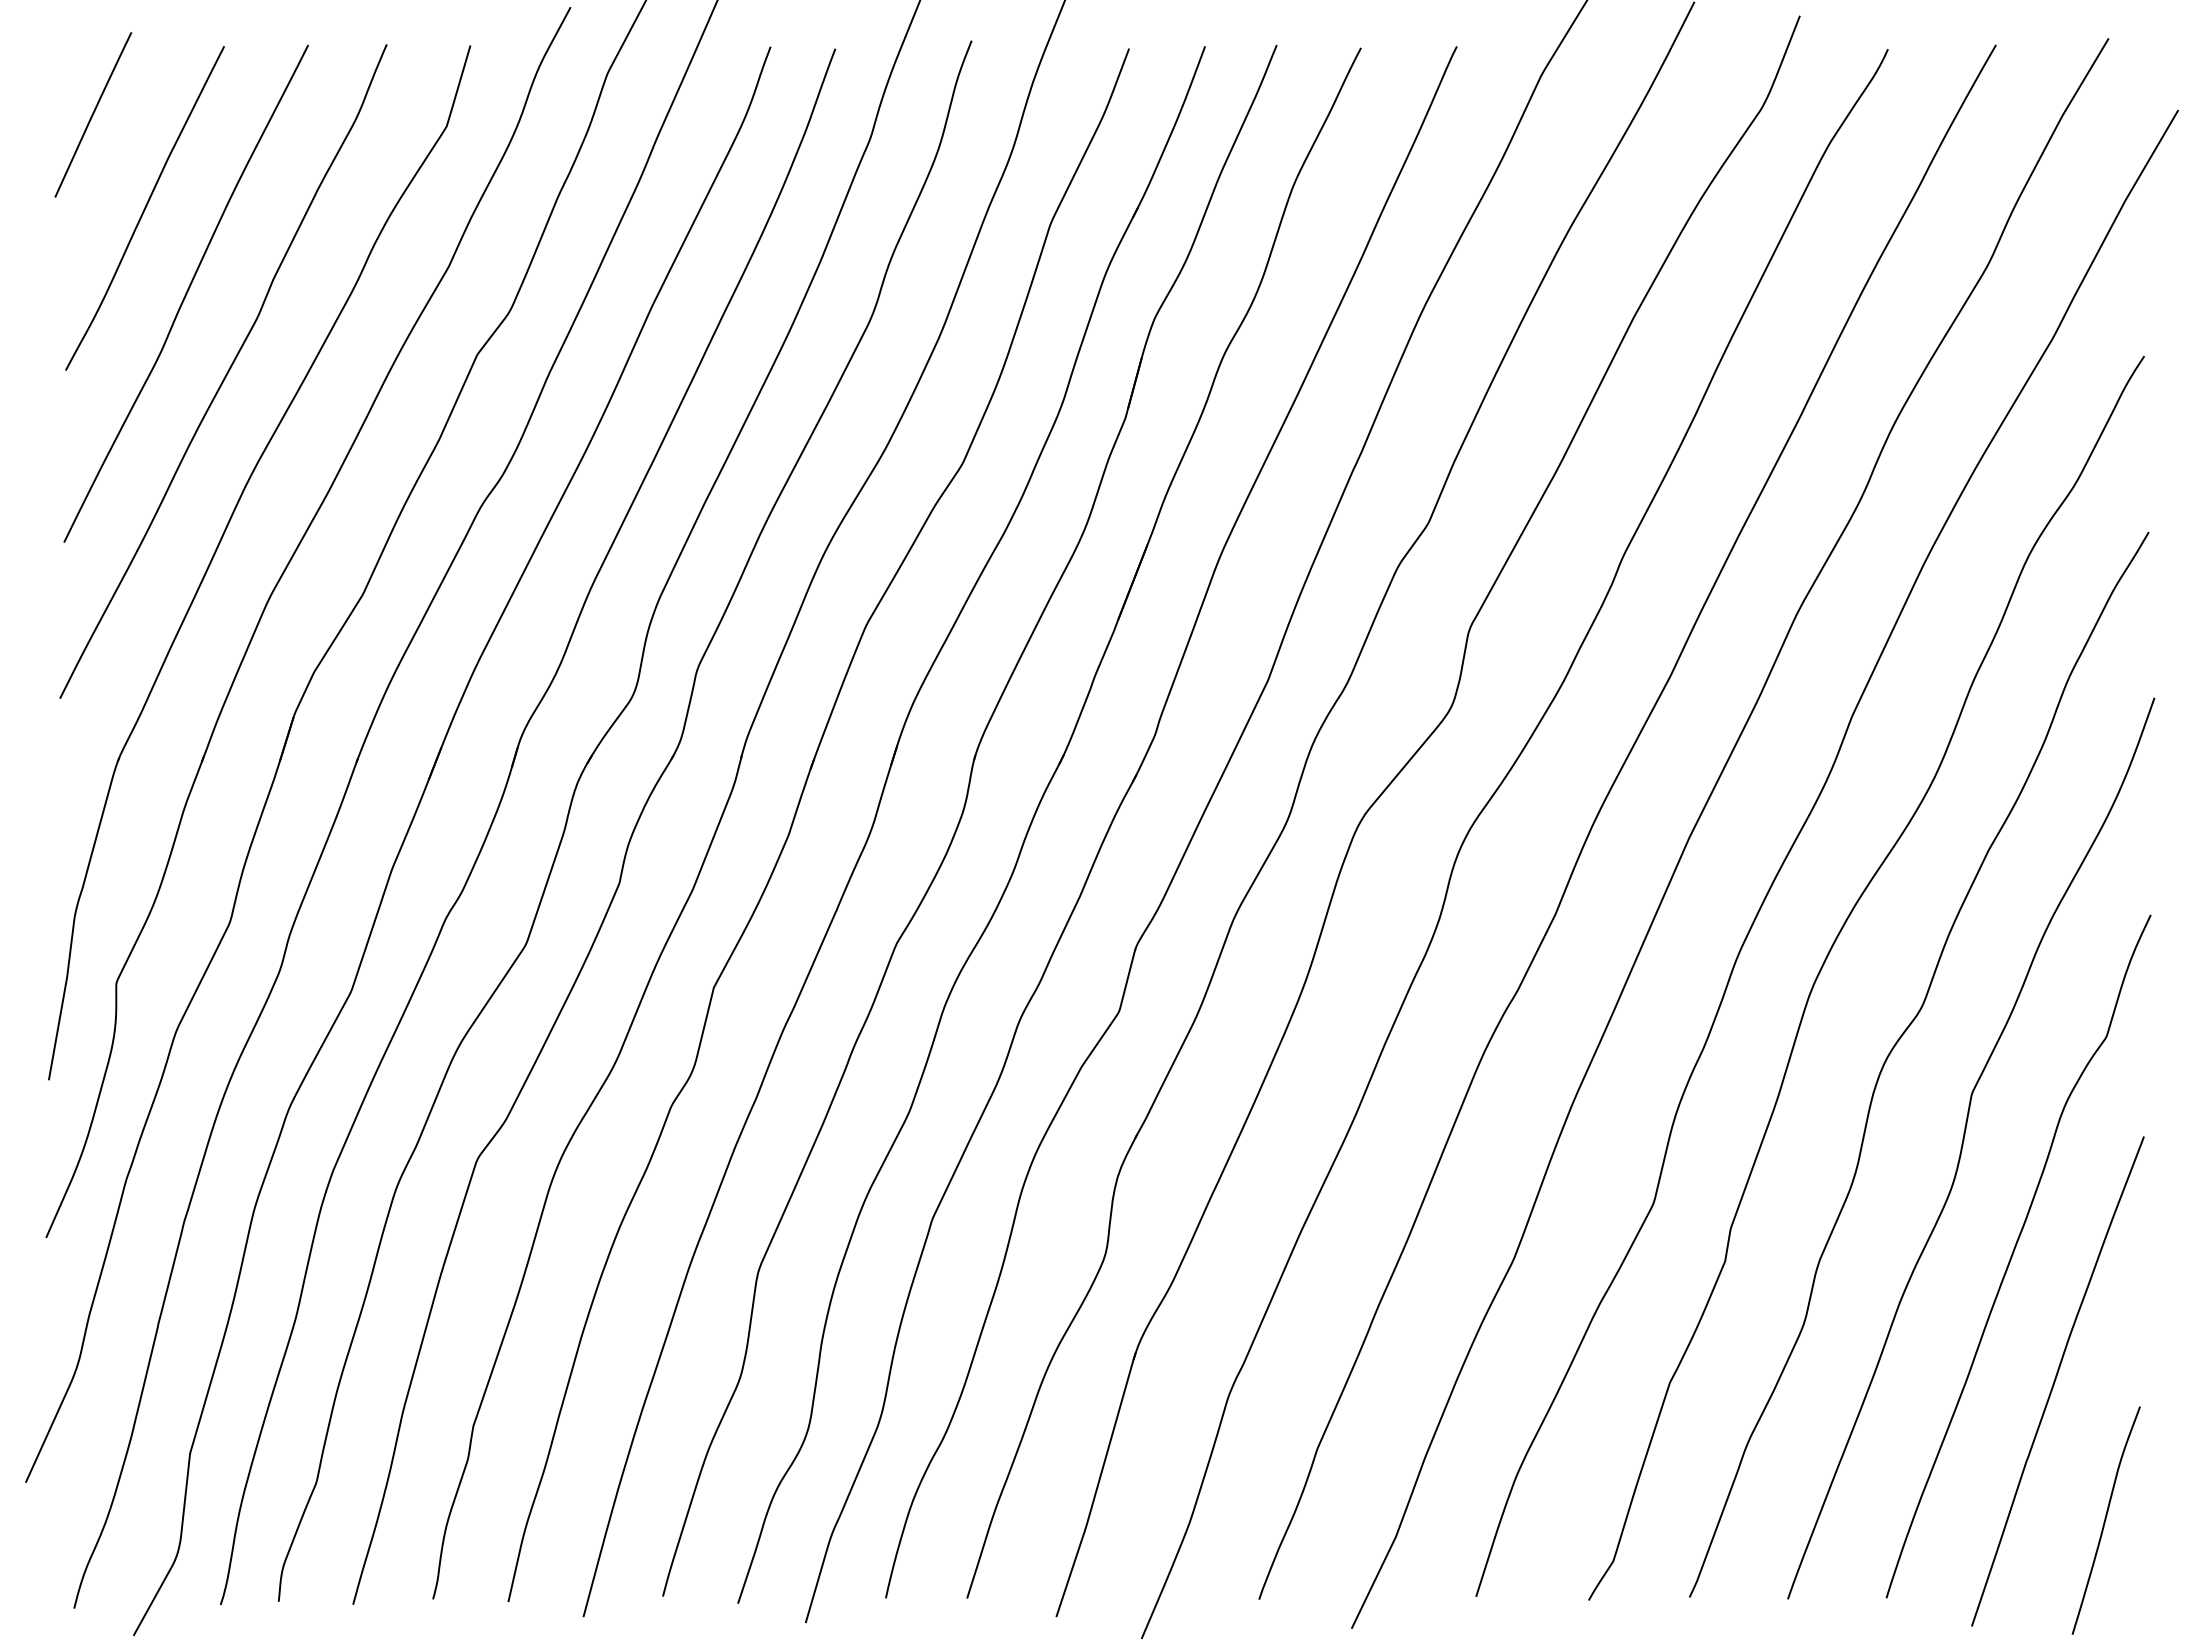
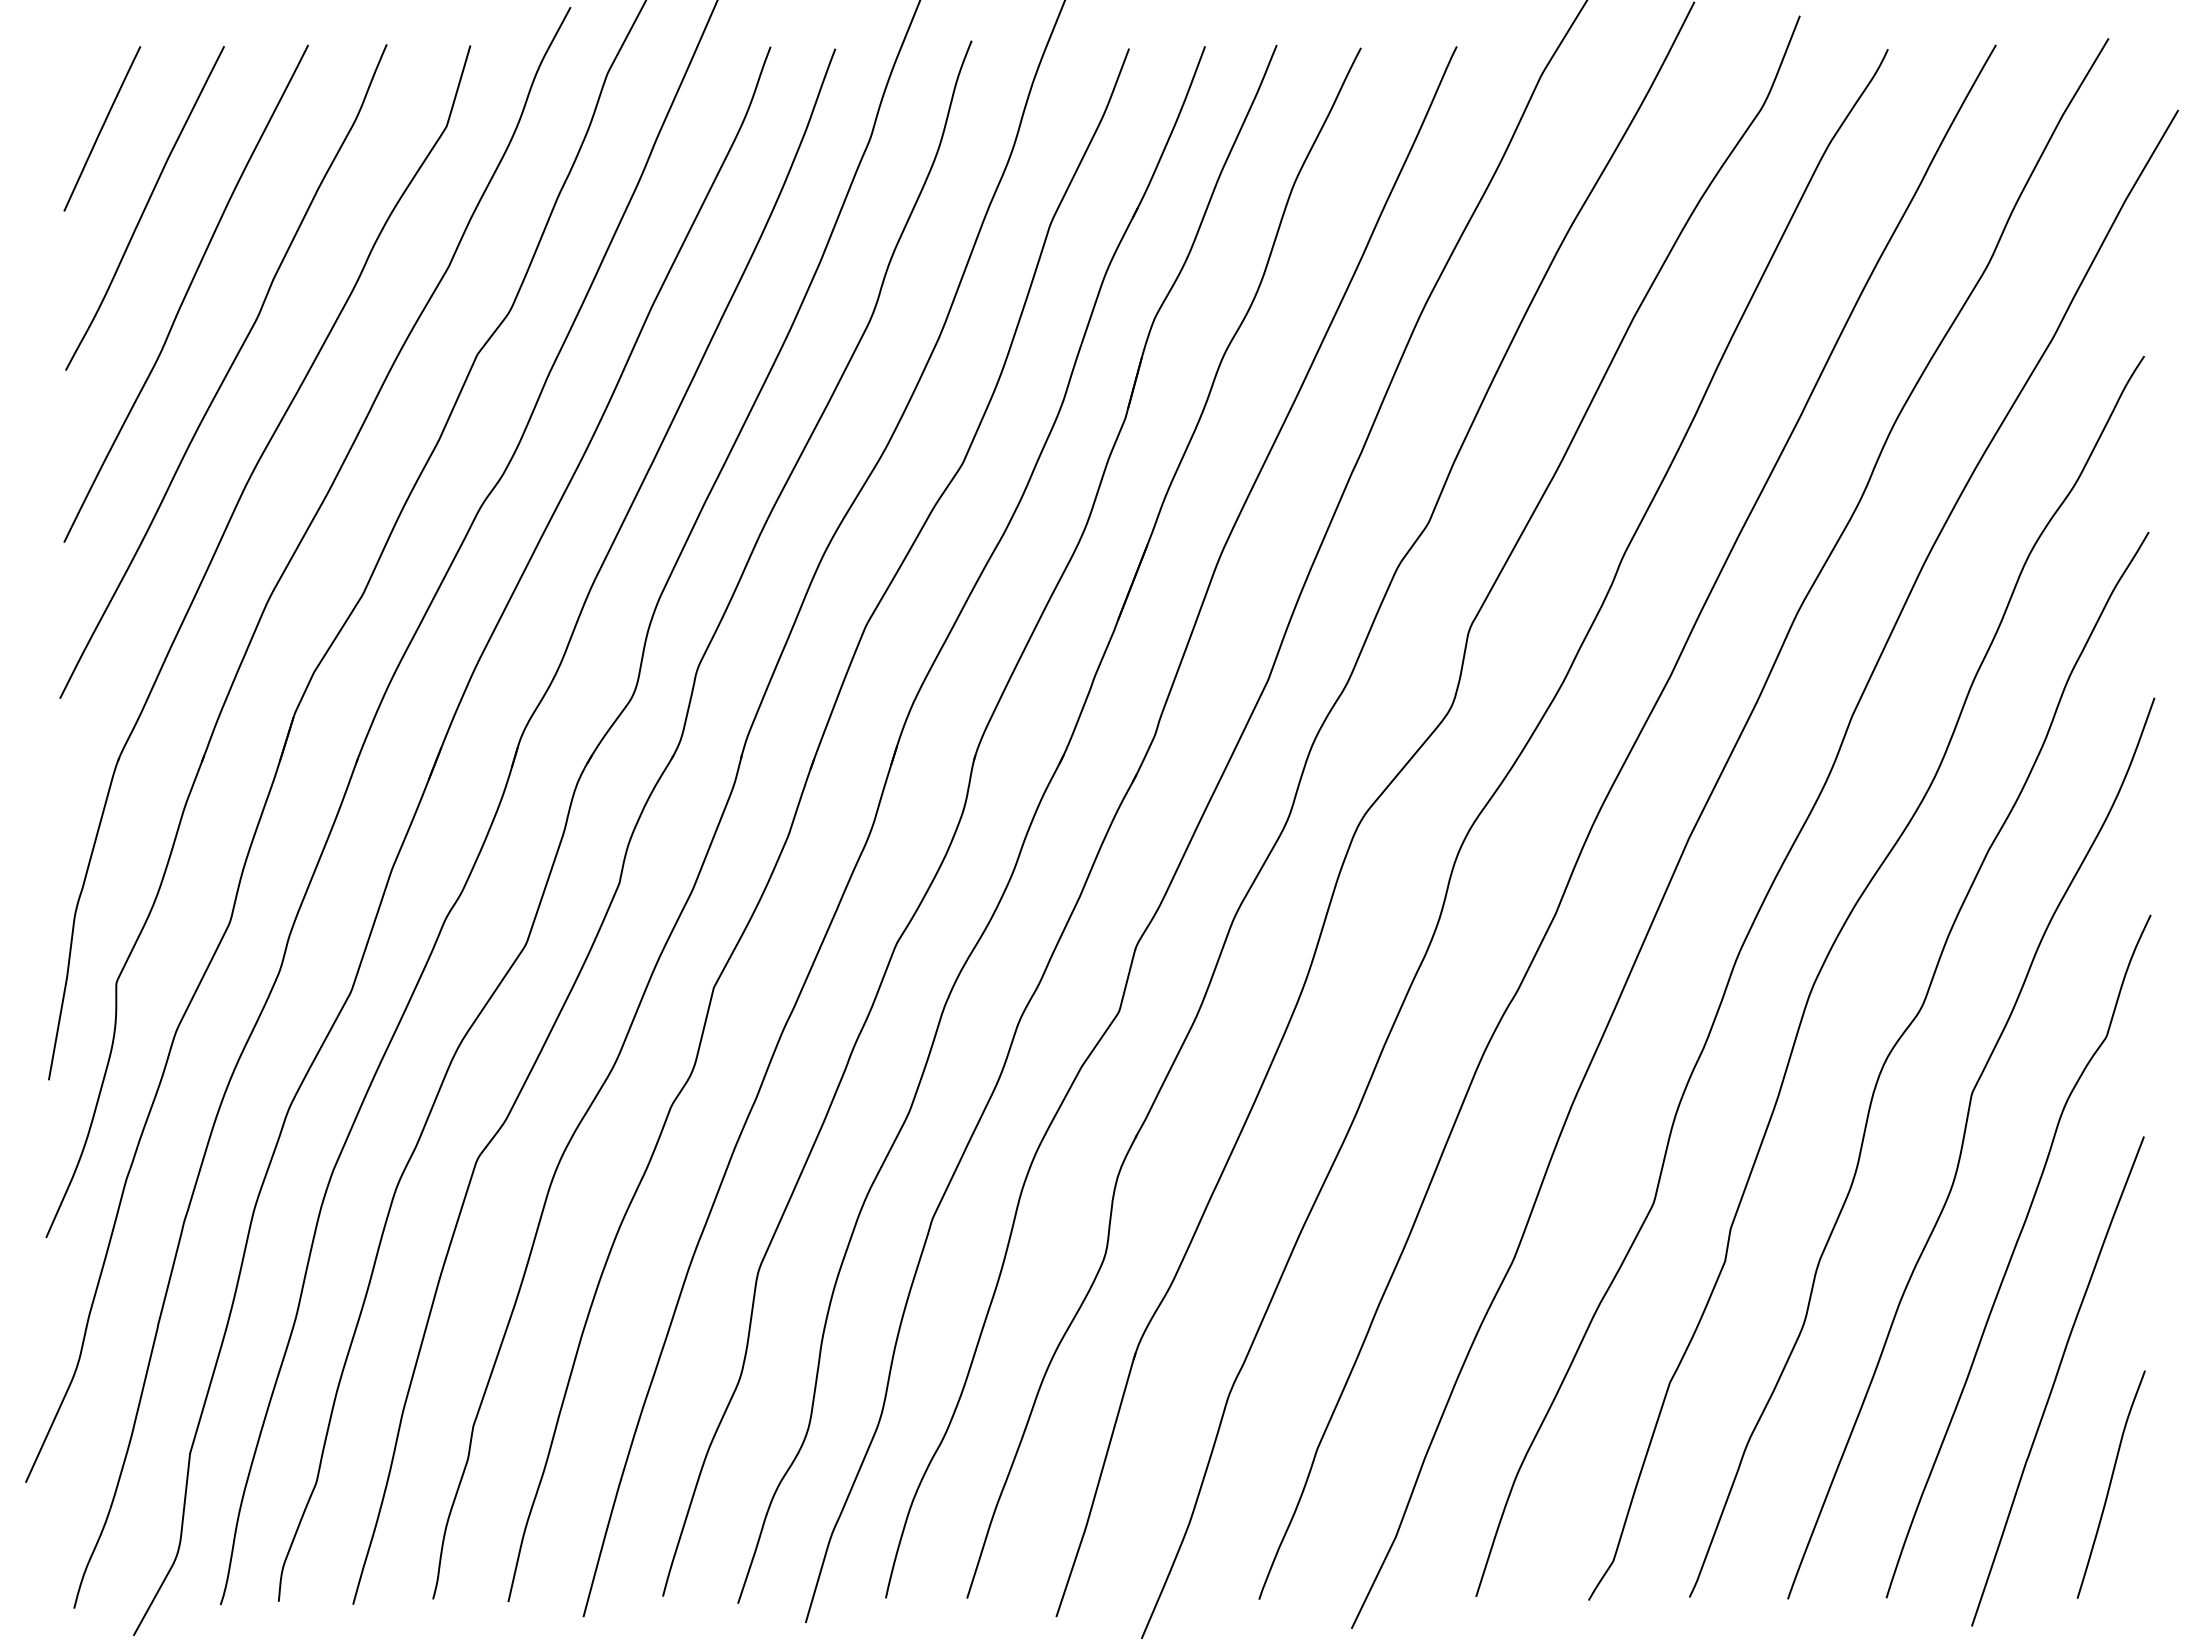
line at (93, 114) position: (93, 114) -> (102, 128)
curve at (2105, 1520) position: (2105, 1520) -> (2110, 1484)
